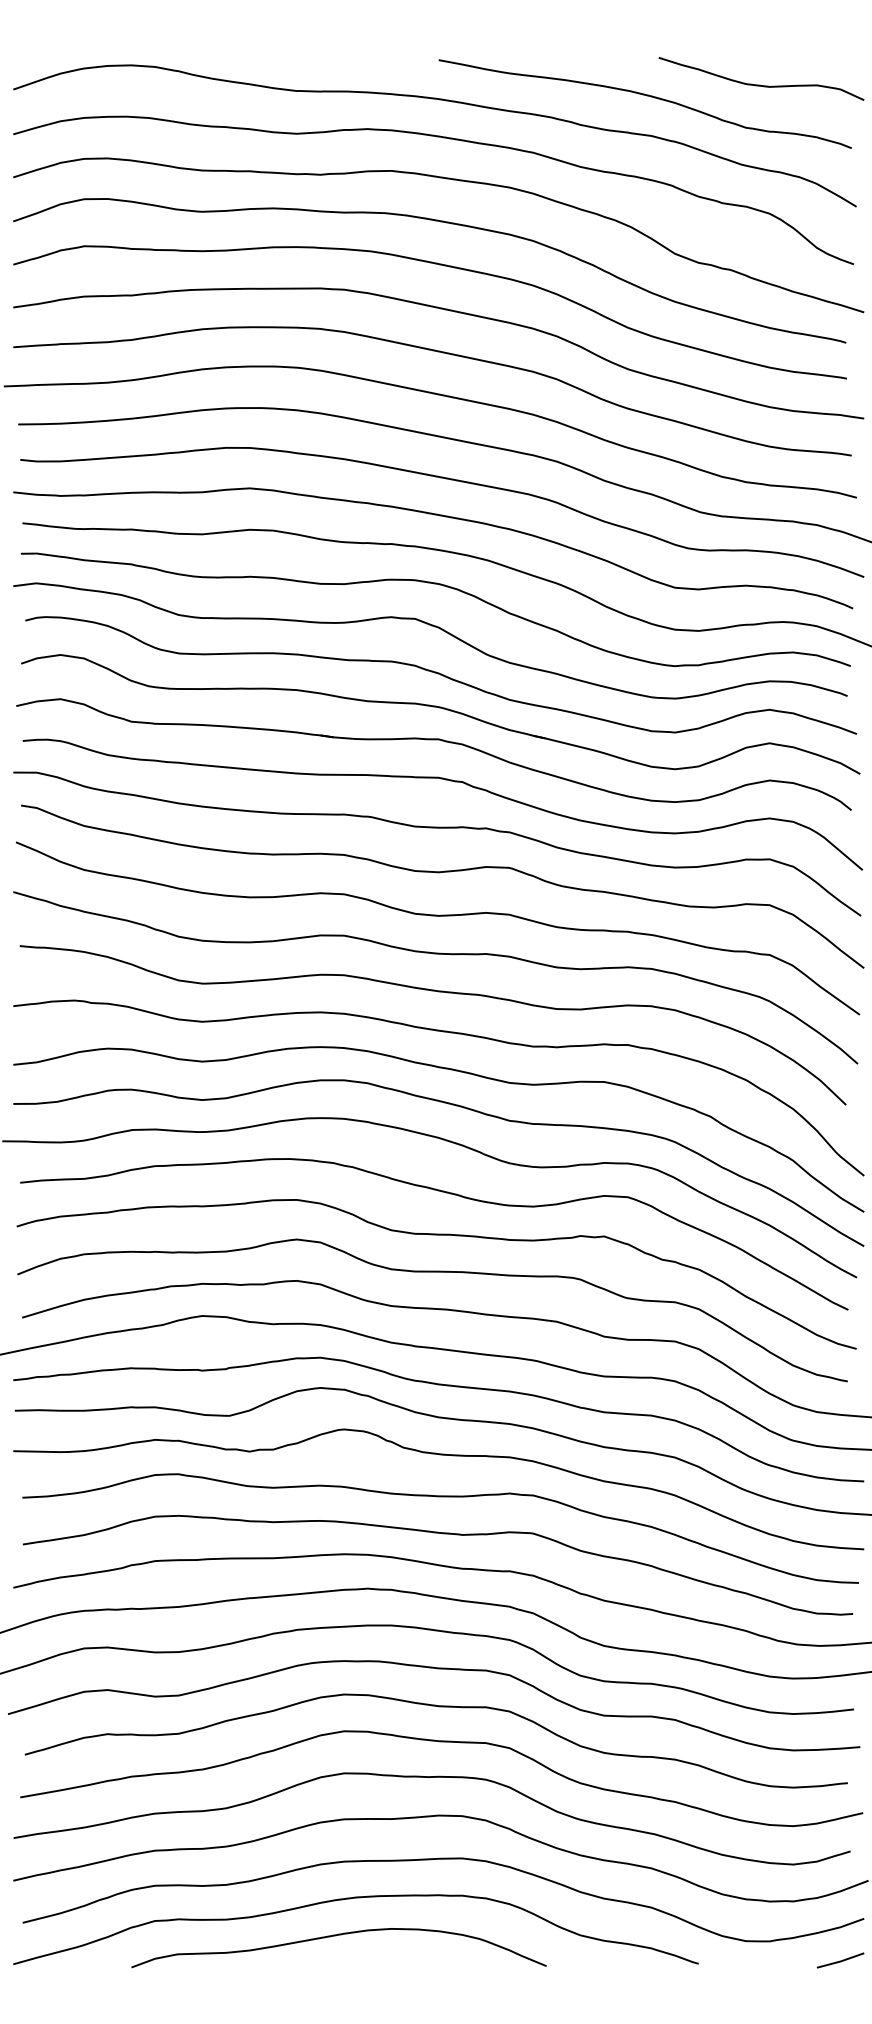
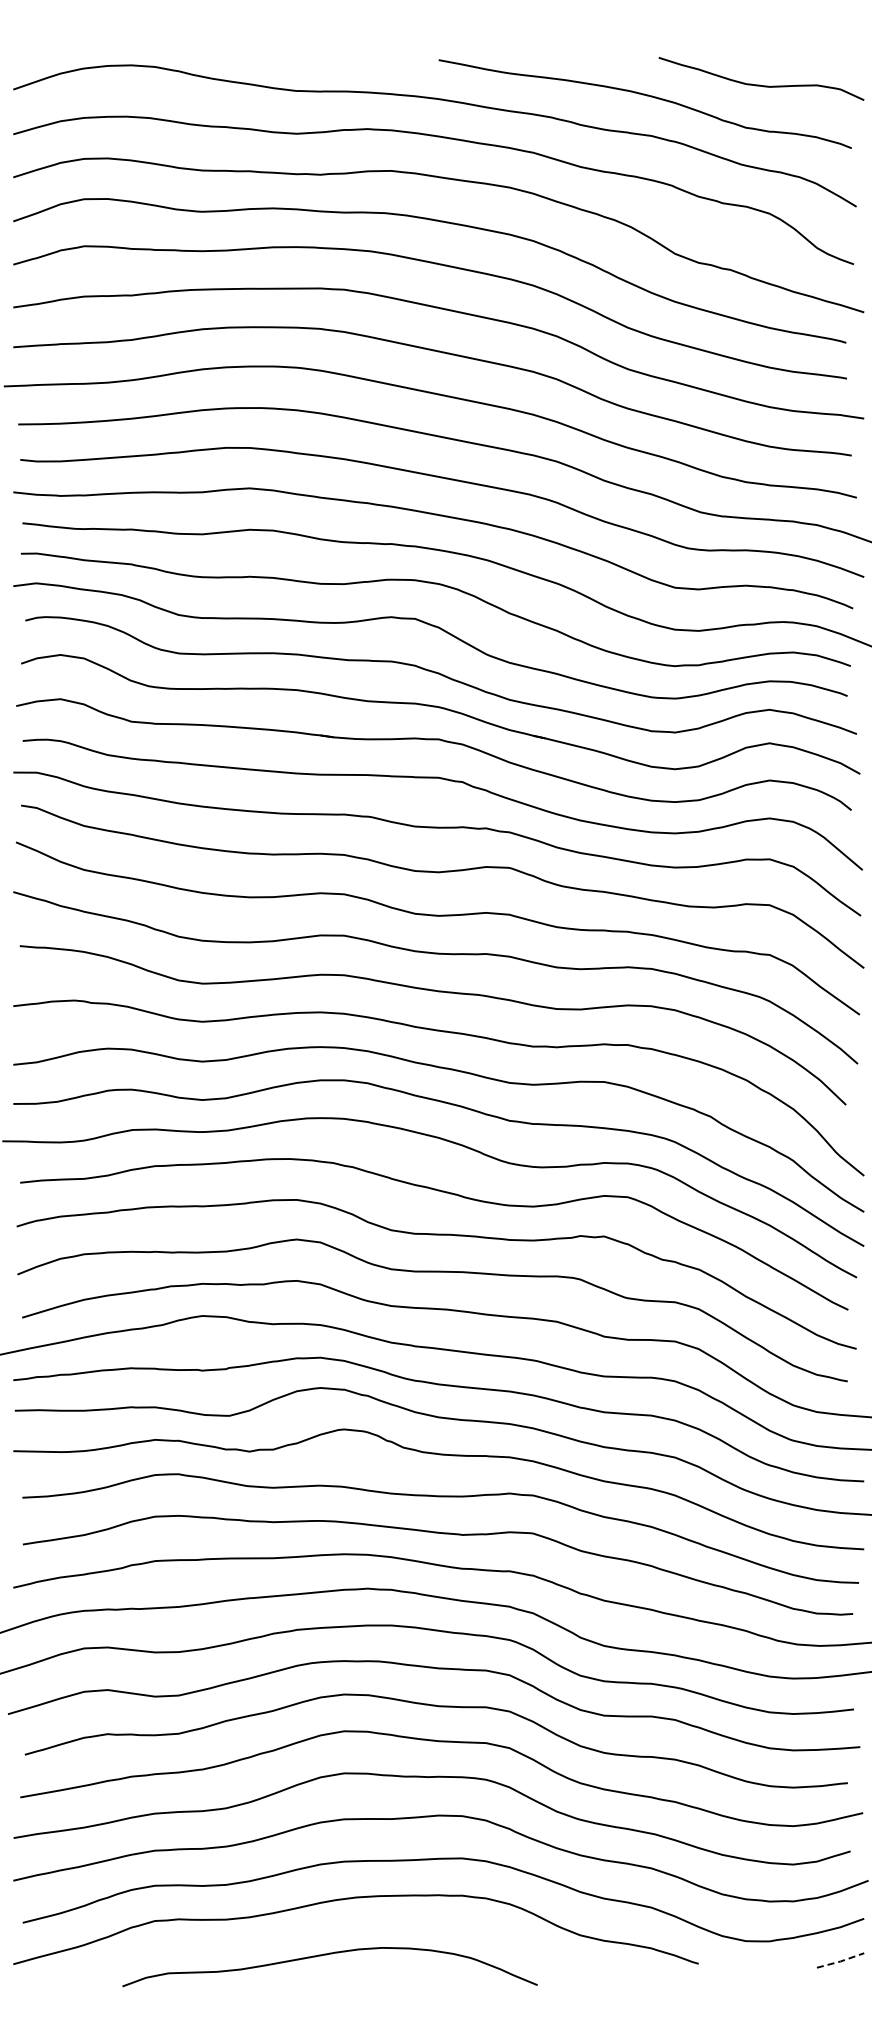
curve at (335, 1936) position: (335, 1936) -> (326, 1955)
line at (840, 1961): solid -> dashed
